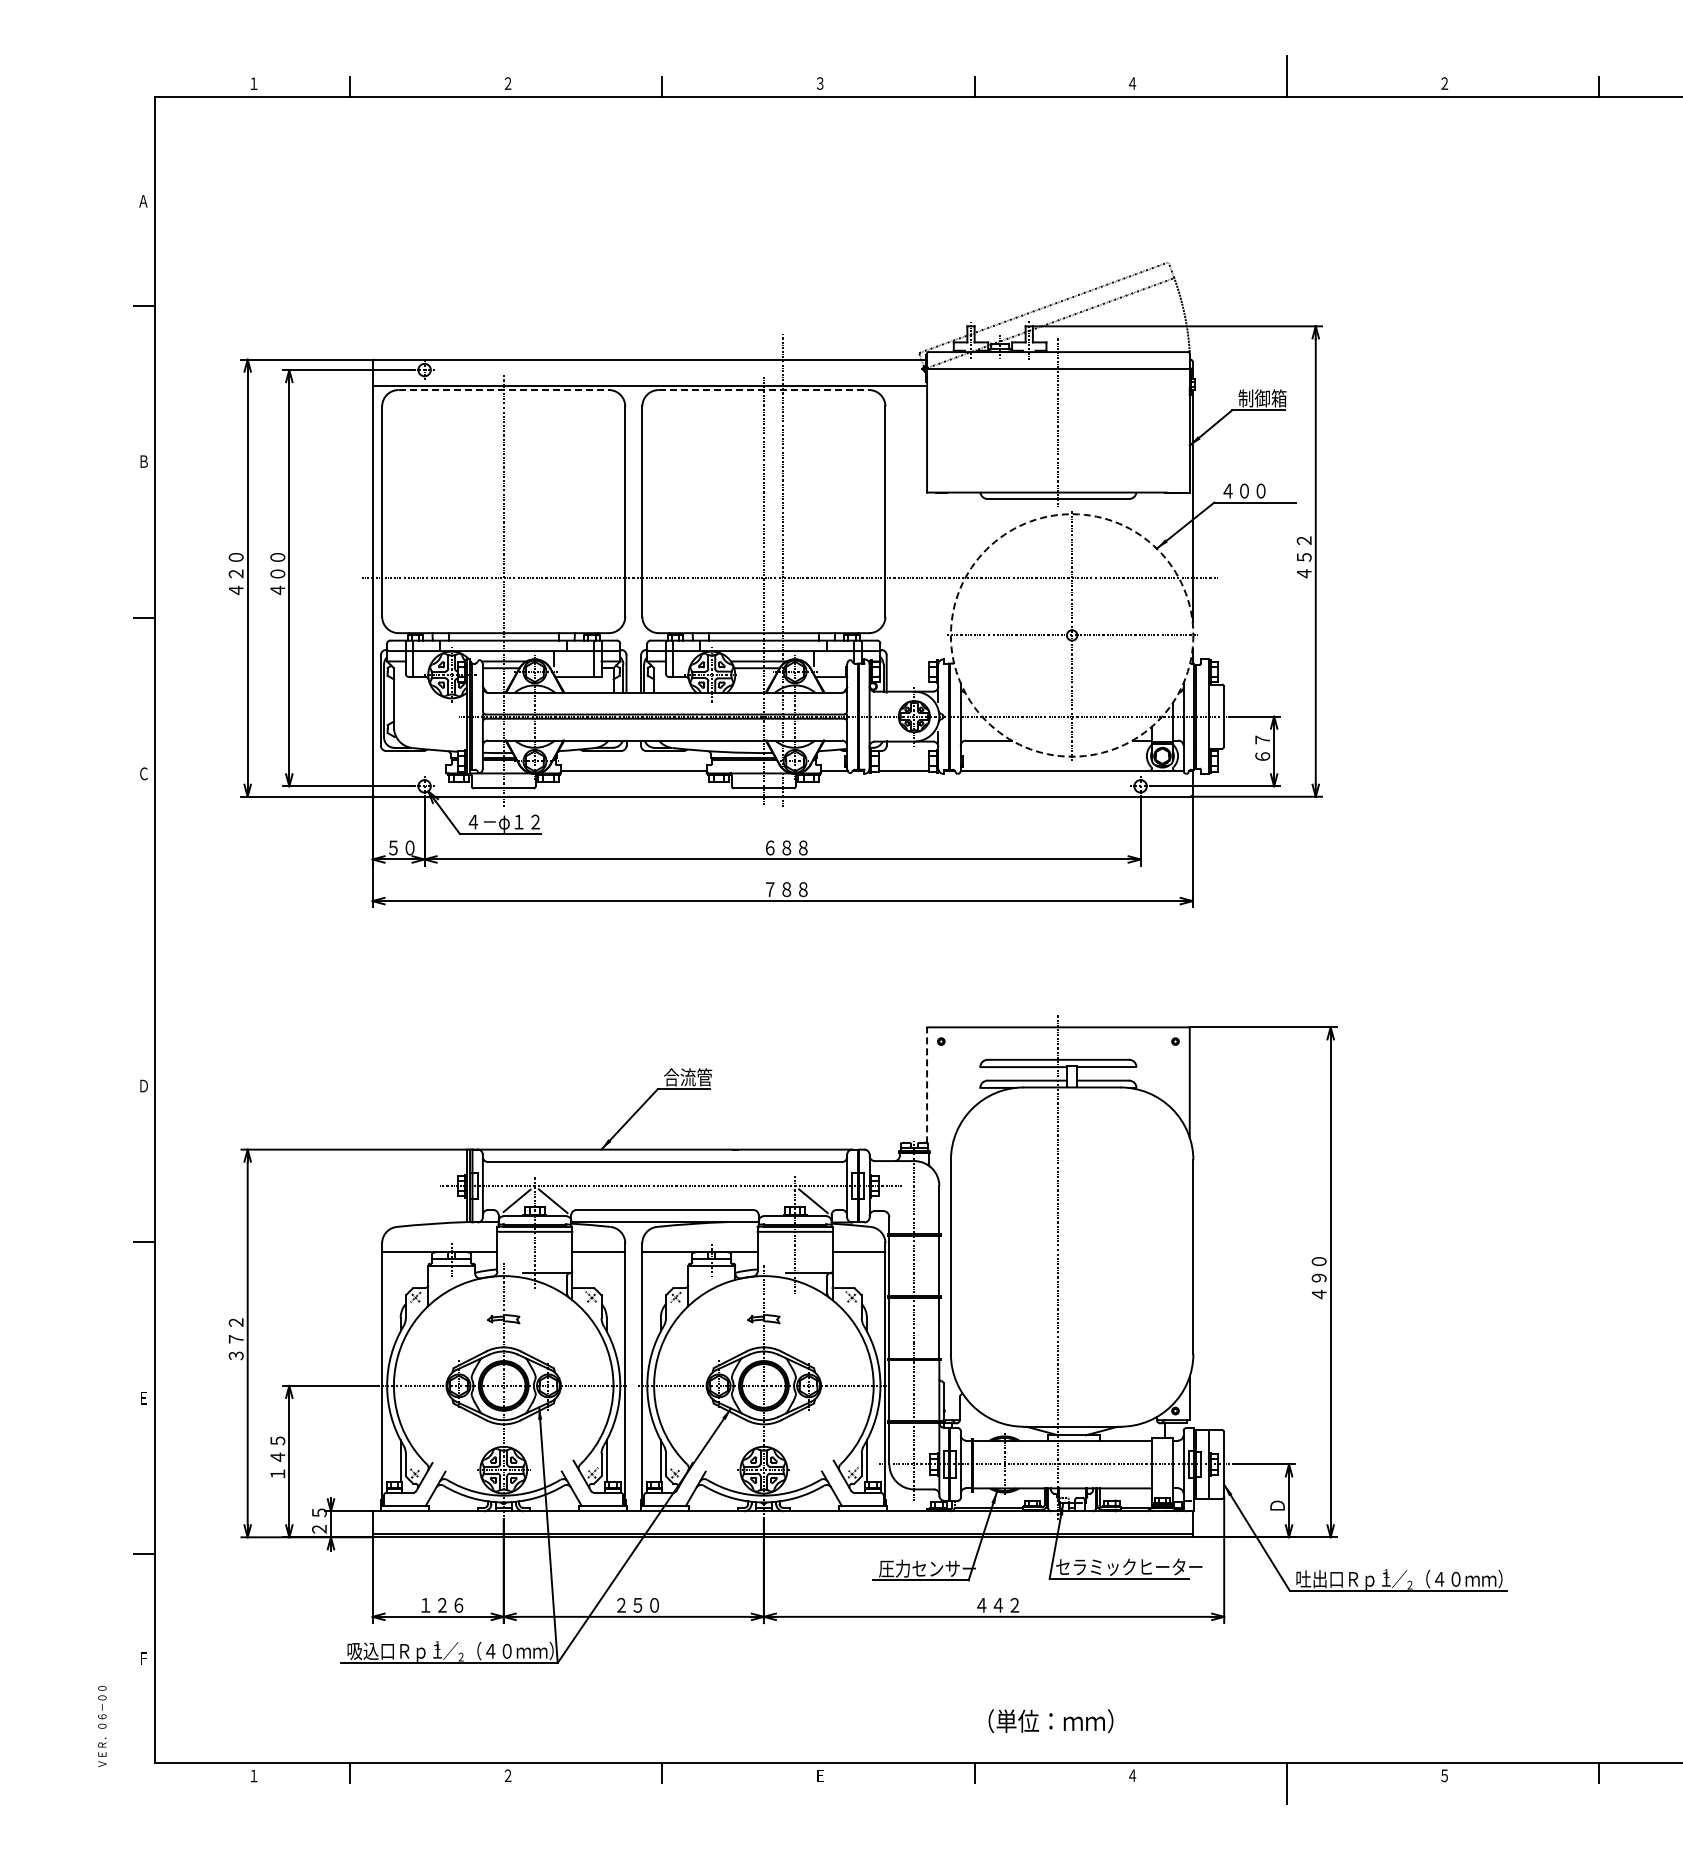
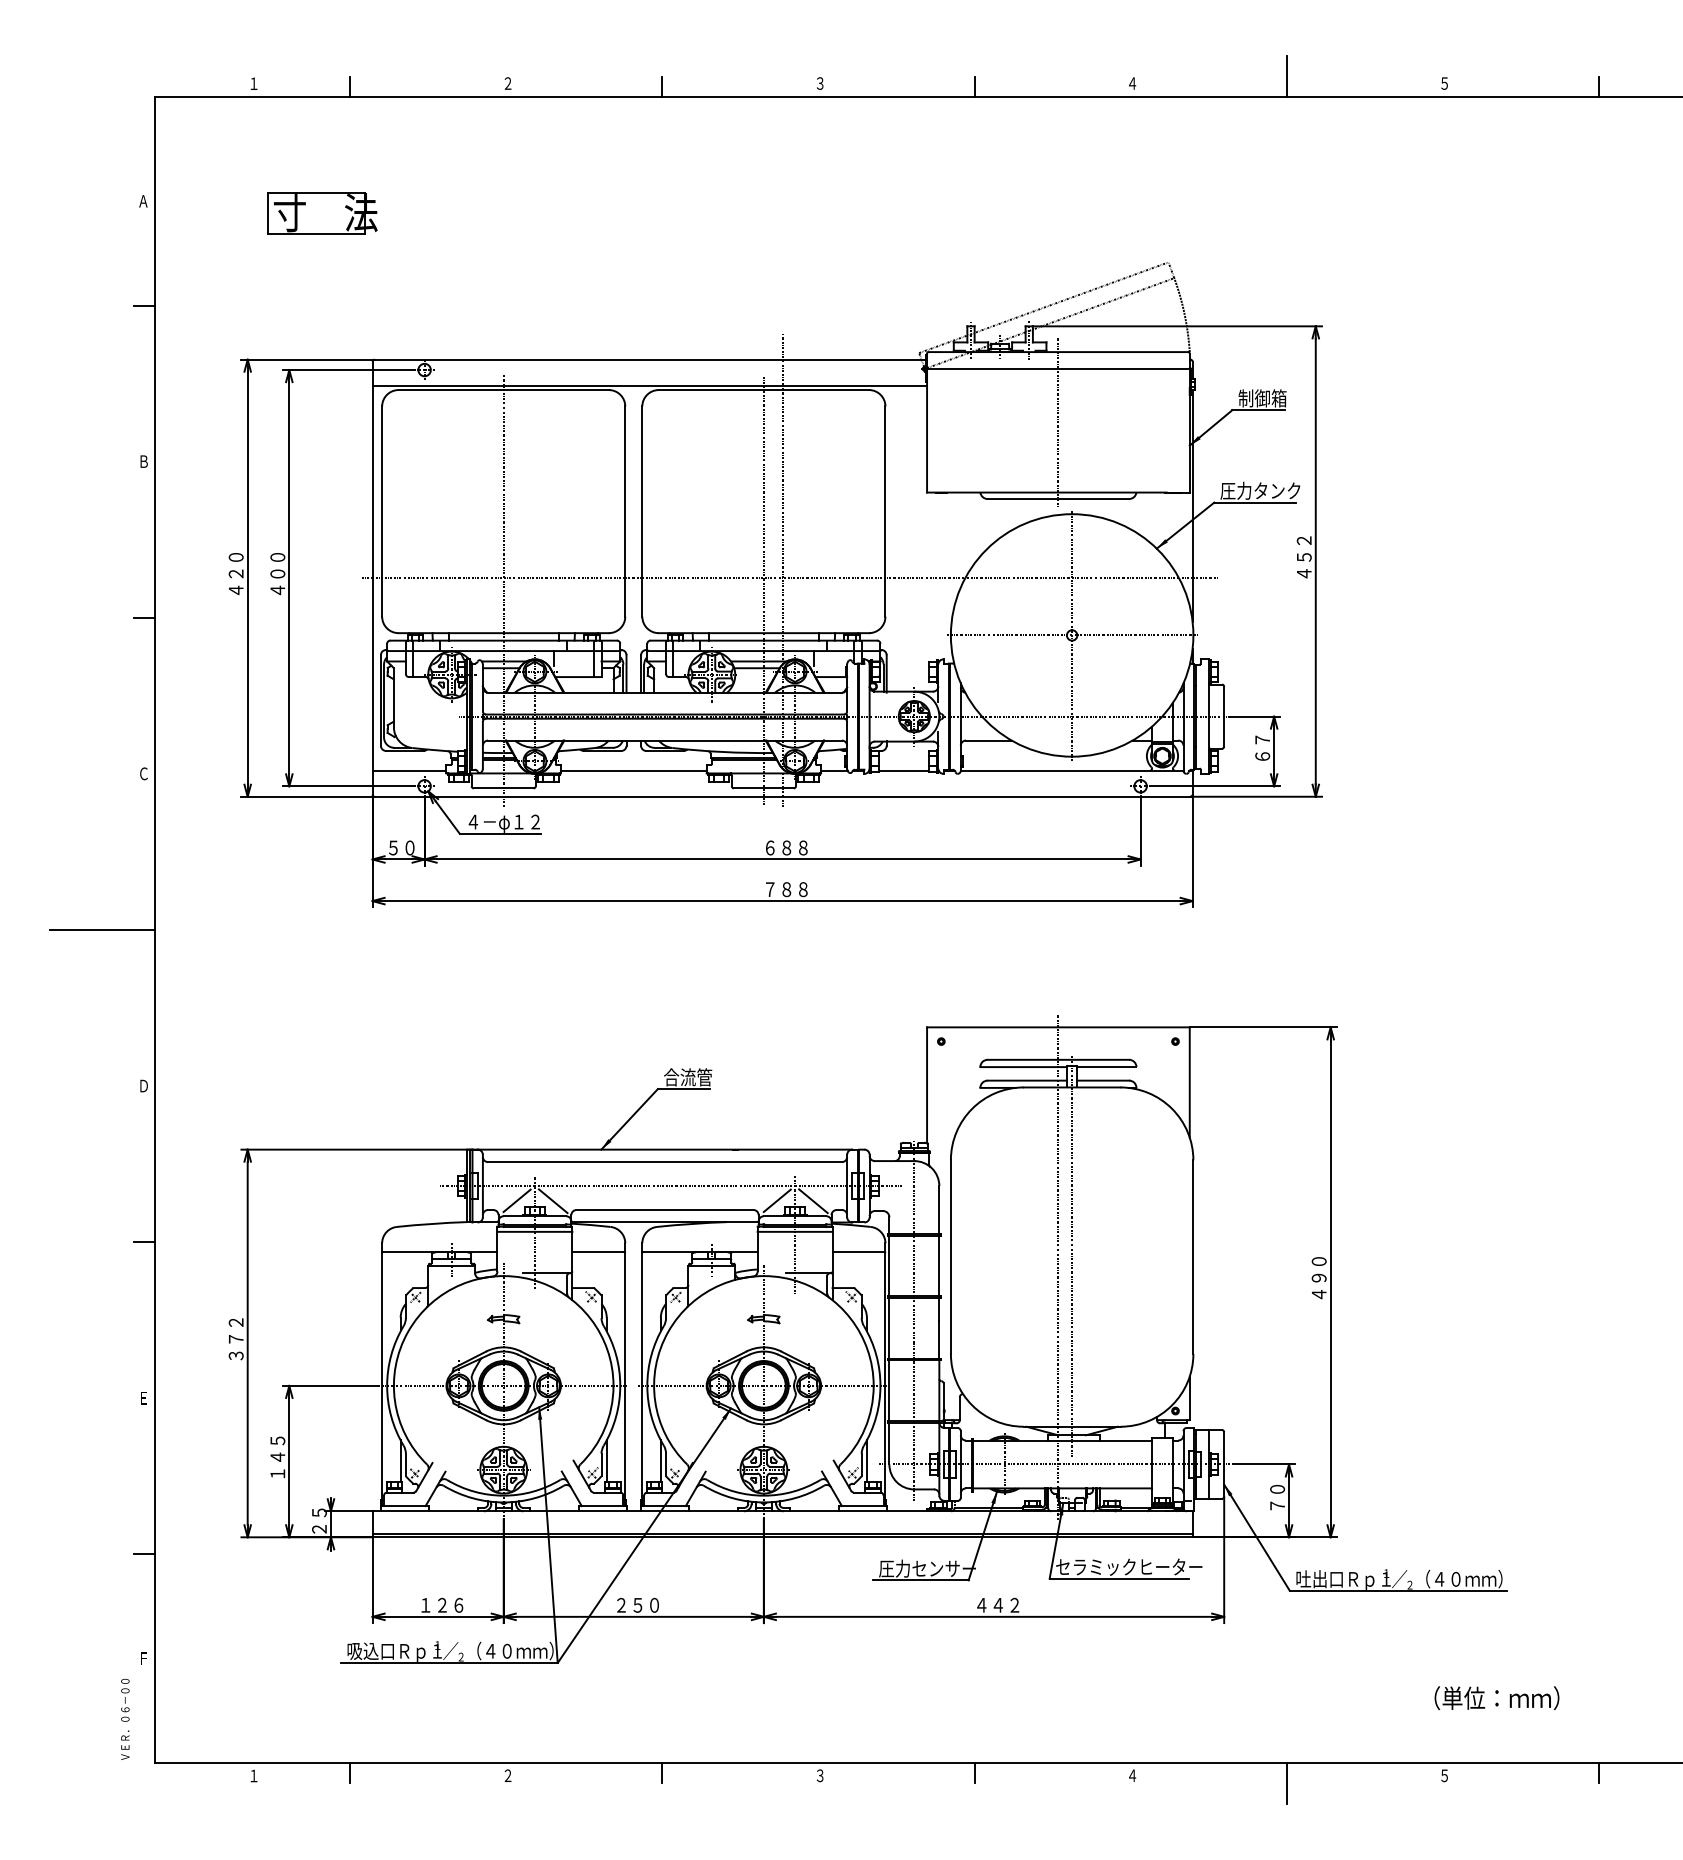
text at (1444, 83): ２ -> ５
part at (322, 213): none -> present
line at (504, 390): dashed -> solid
line at (764, 390): dashed -> solid
text at (1260, 490): ４００ -> 圧力タンク
circle at (1071, 635): dashed -> solid
line at (409, 770): none -> present
line at (102, 930): none -> present
line at (927, 1085): dashed -> solid
line at (776, 1200): none -> present
line at (1072, 1255): none -> present
text at (1277, 1497): Ｄ -> ７０
text at (1050, 1721) position: (1050, 1721) -> (1496, 1698)
text at (102, 1725) position: (102, 1725) -> (125, 1718)
text at (819, 1775): Ｅ -> ３
